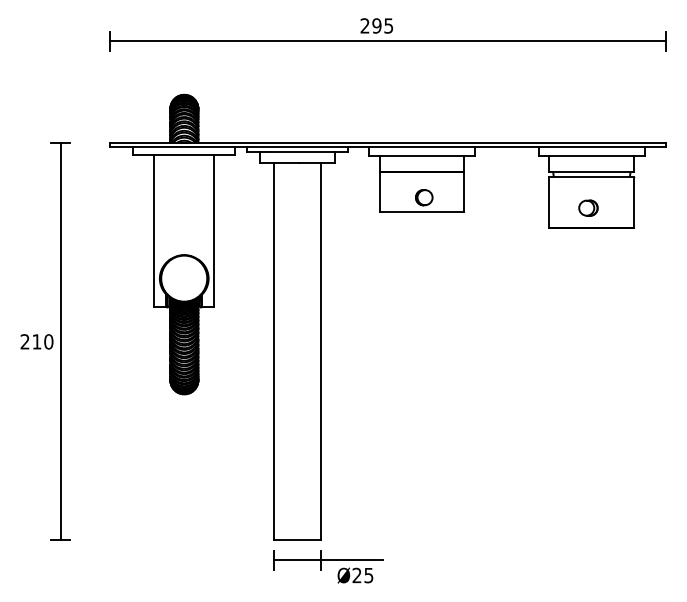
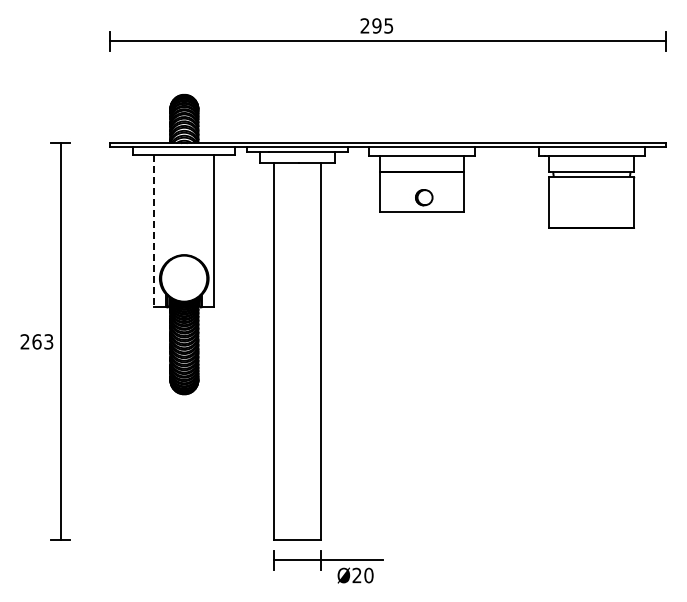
part at (588, 207): present -> none
line at (154, 231): solid -> dashed
text at (42, 341): 210 -> 263
text at (368, 575): Ø25 -> Ø20
